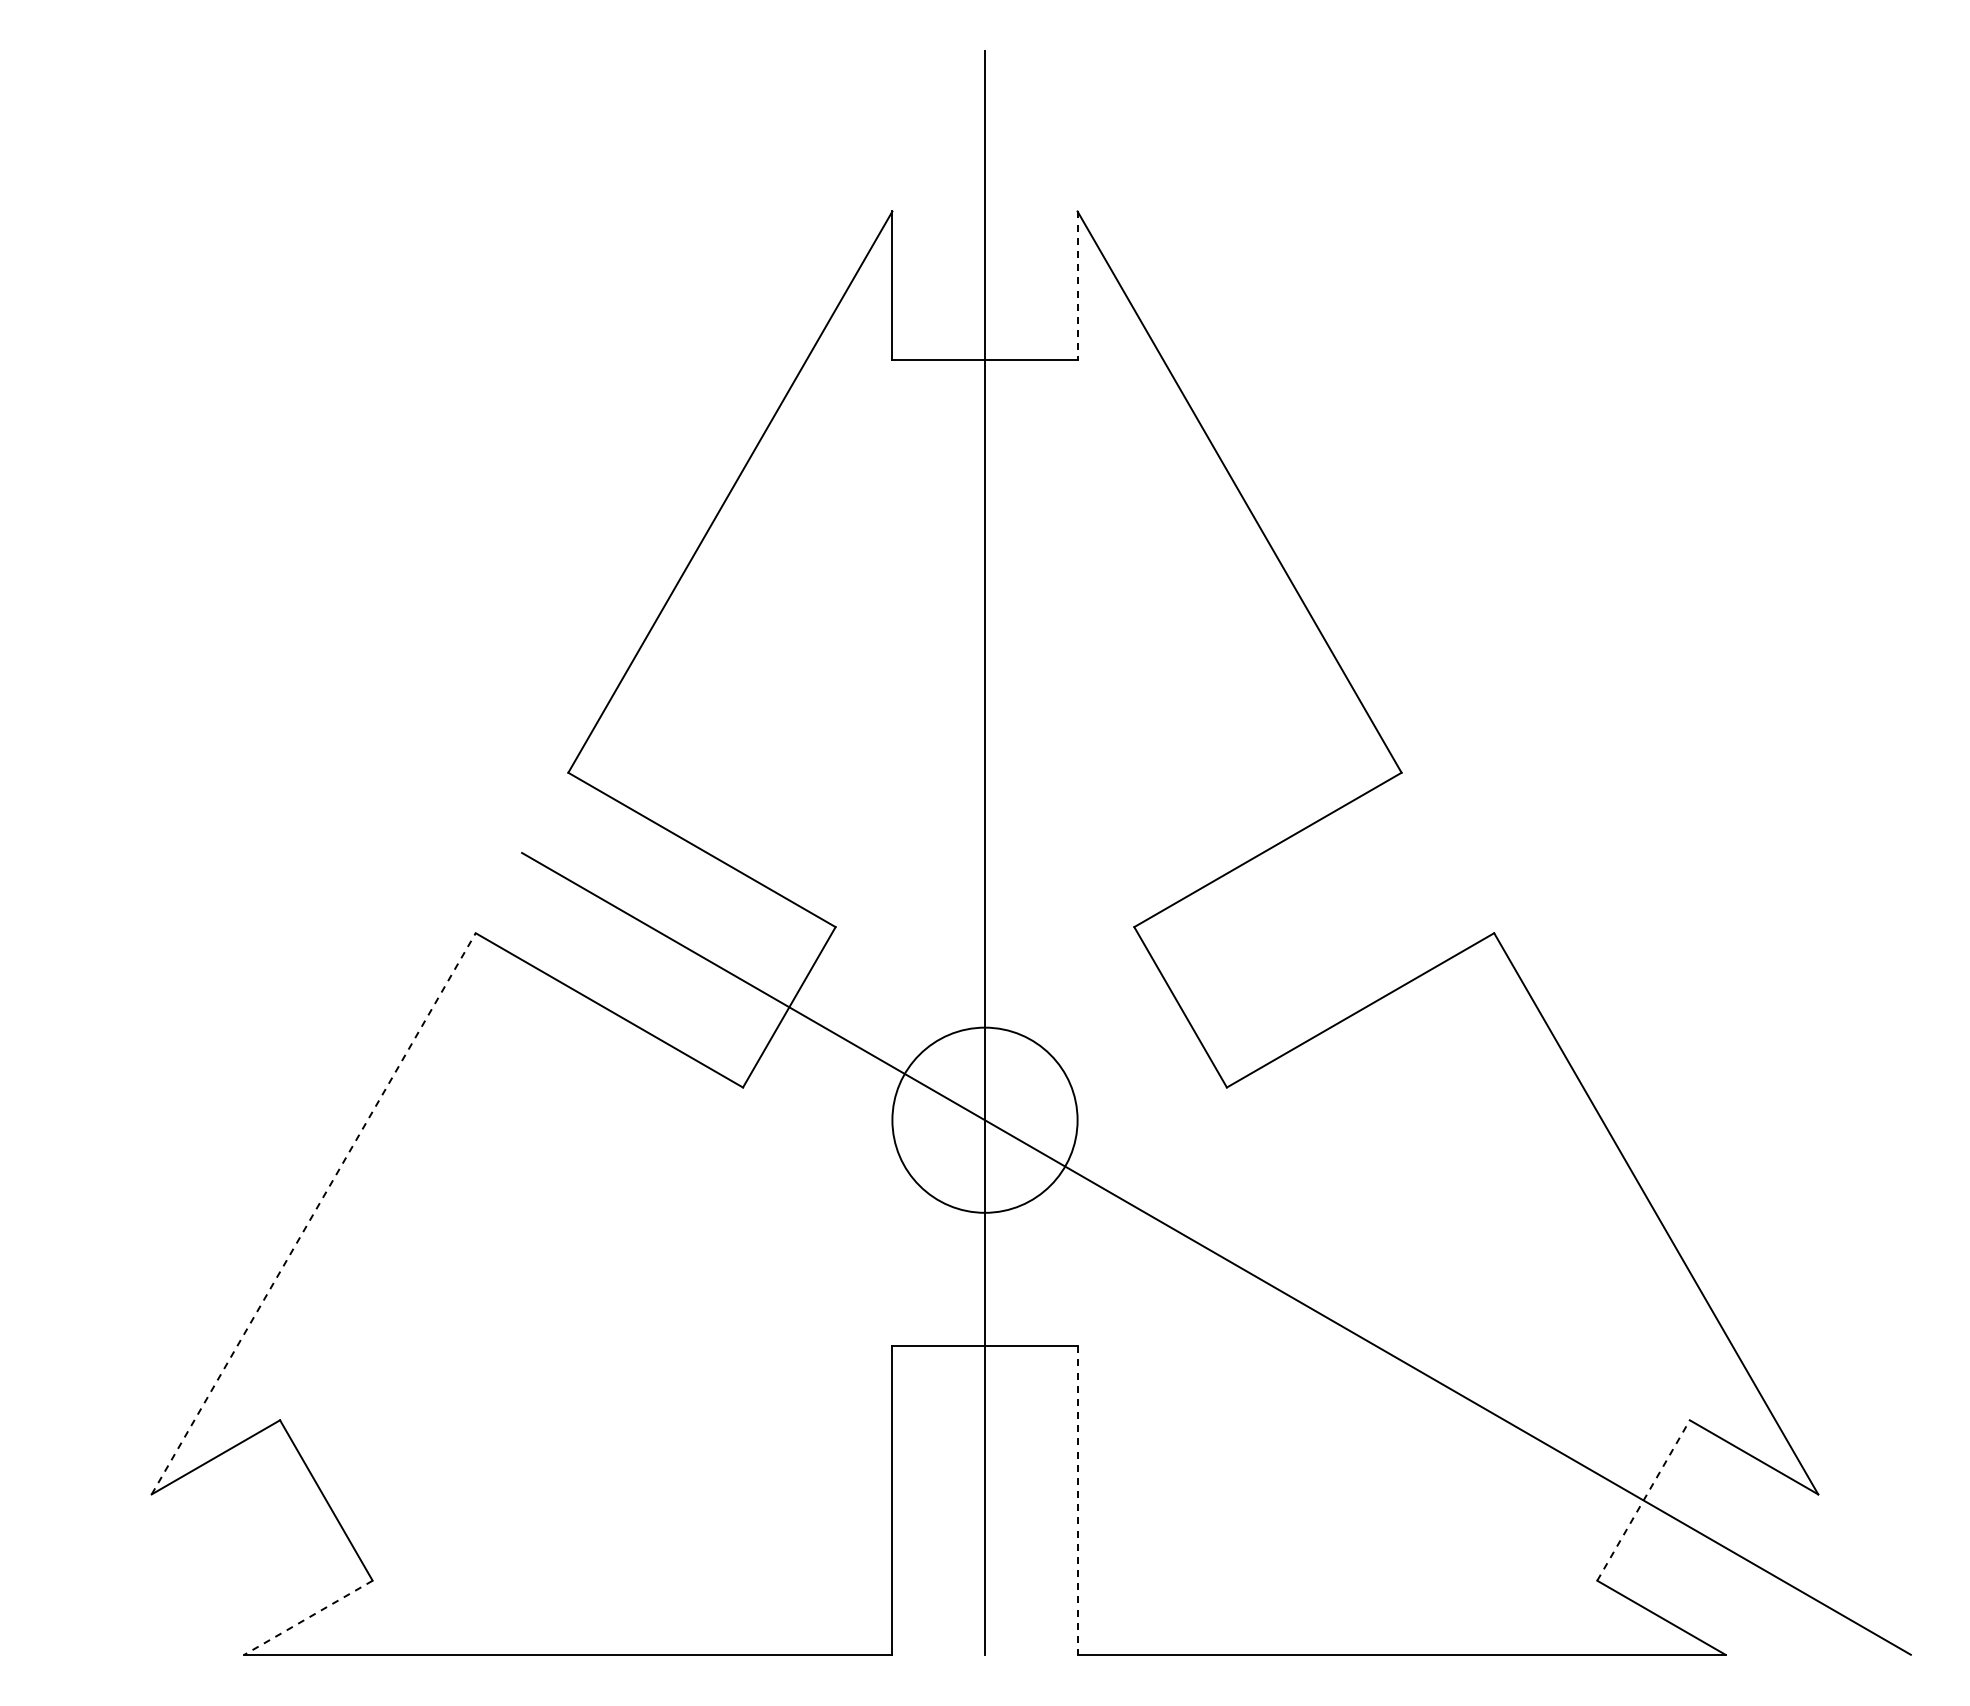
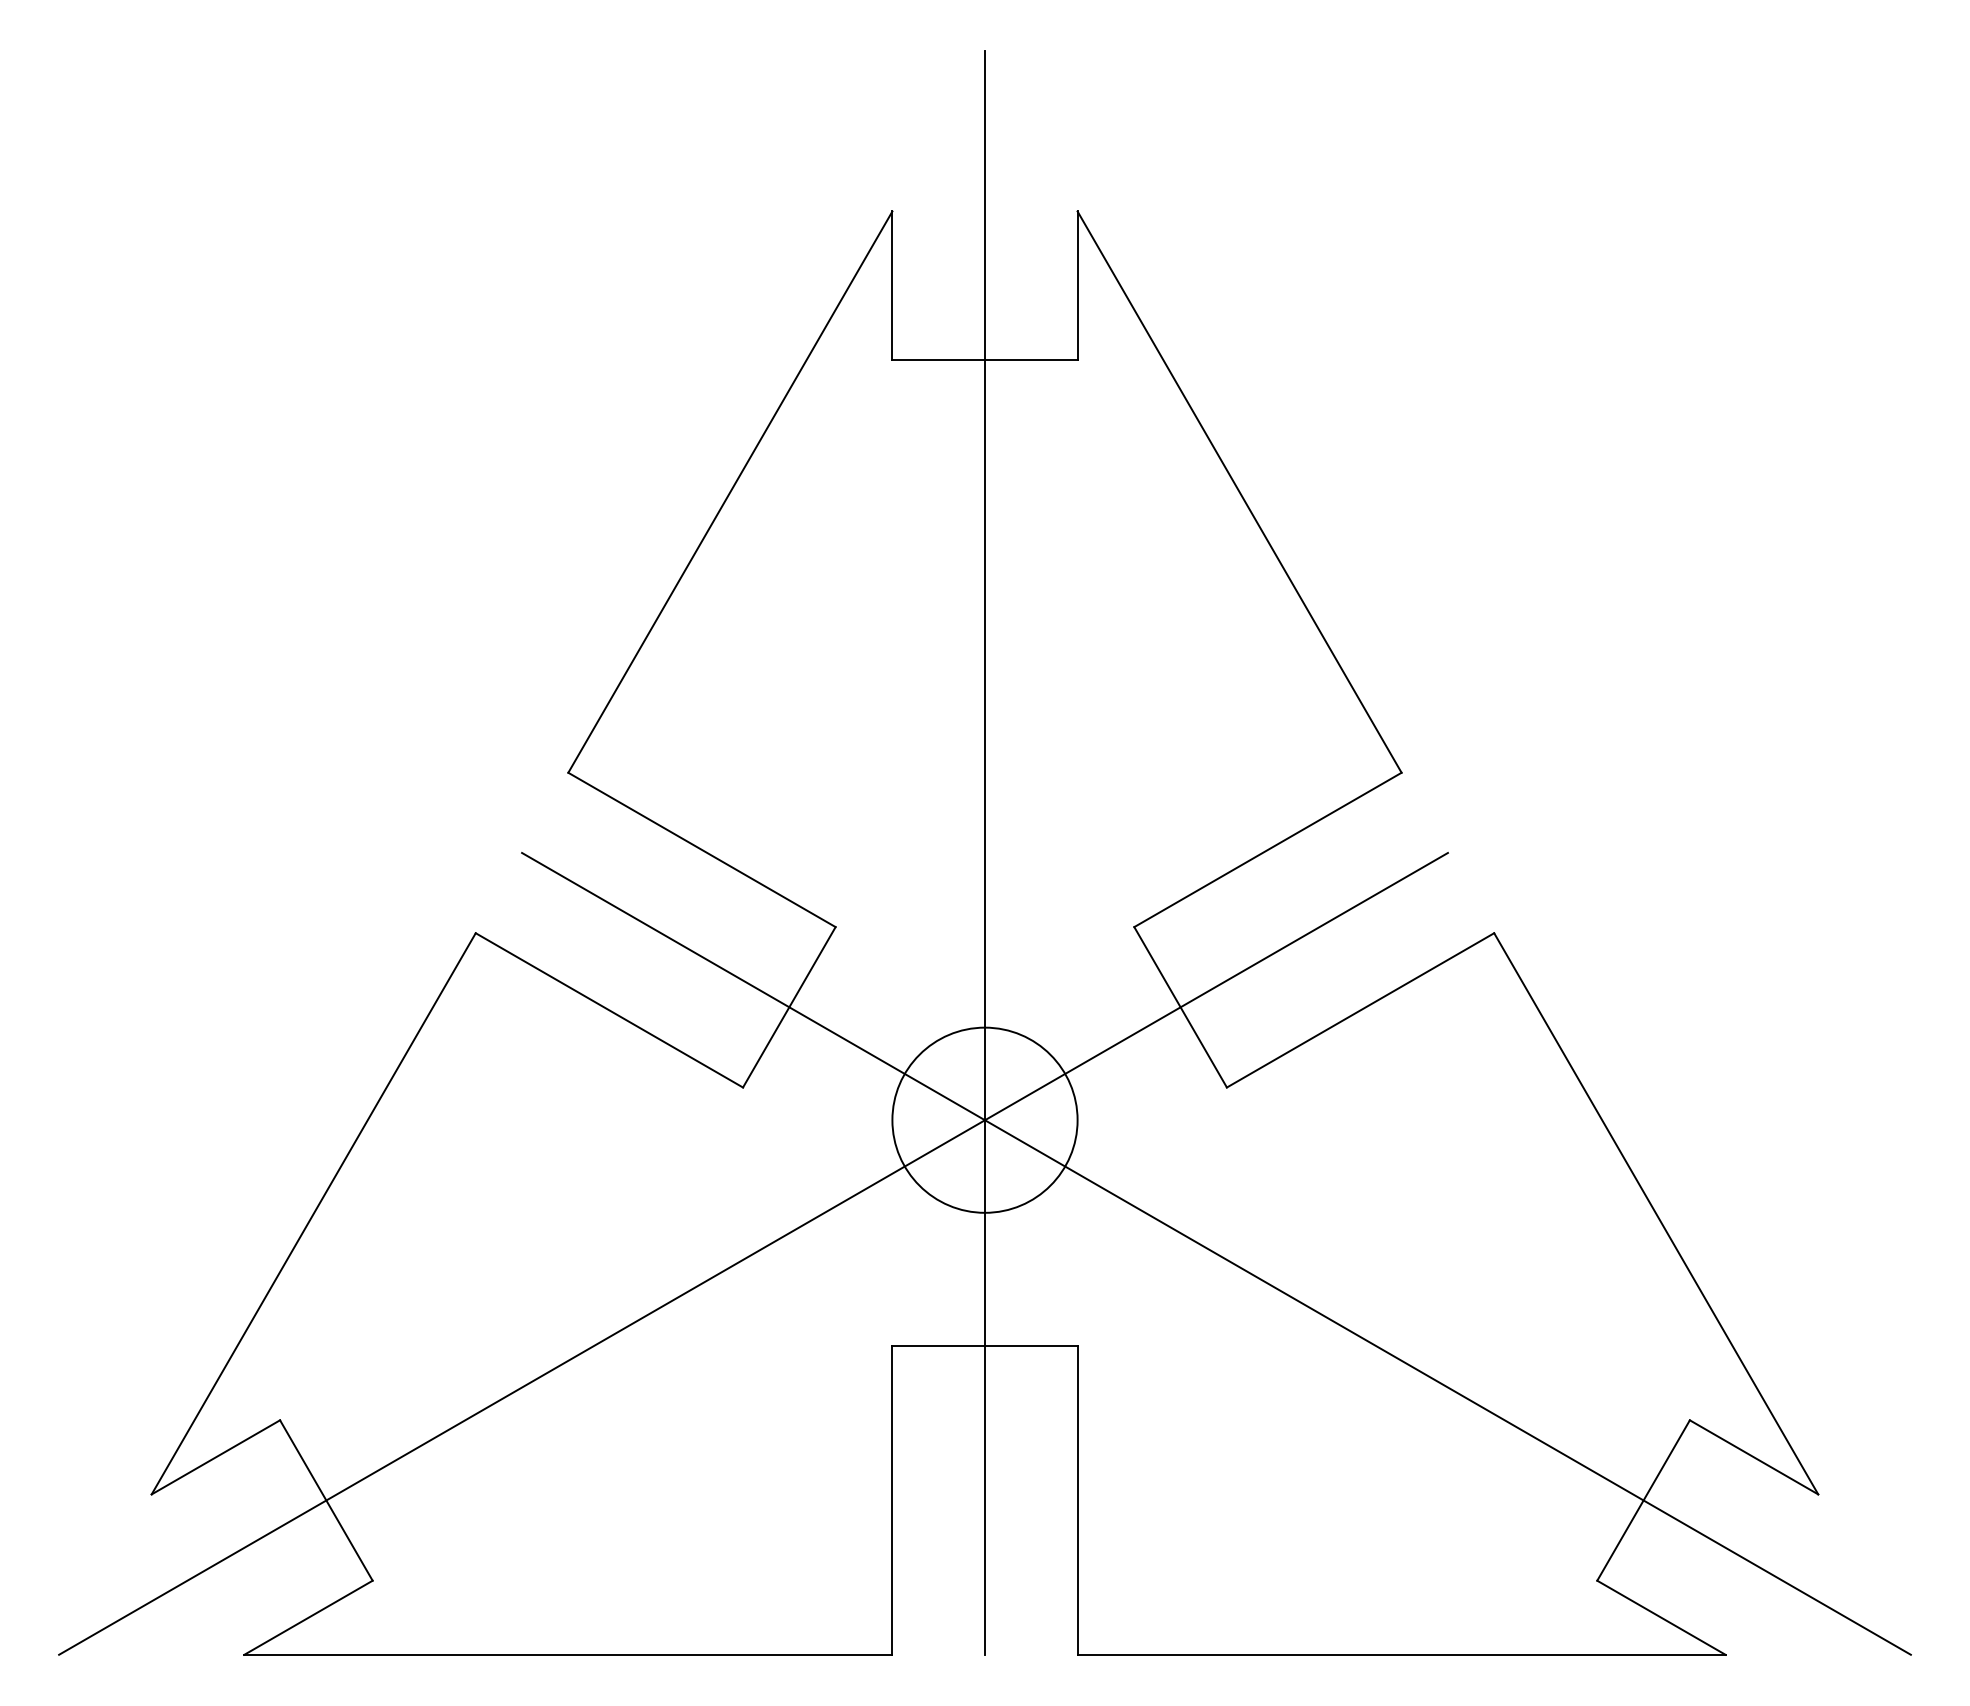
line at (1077, 286): dashed -> solid
line at (313, 1213): dashed -> solid
line at (753, 1253): none -> present
line at (1077, 1500): dashed -> solid
line at (1643, 1500): dashed -> solid
line at (308, 1618): dashed -> solid
